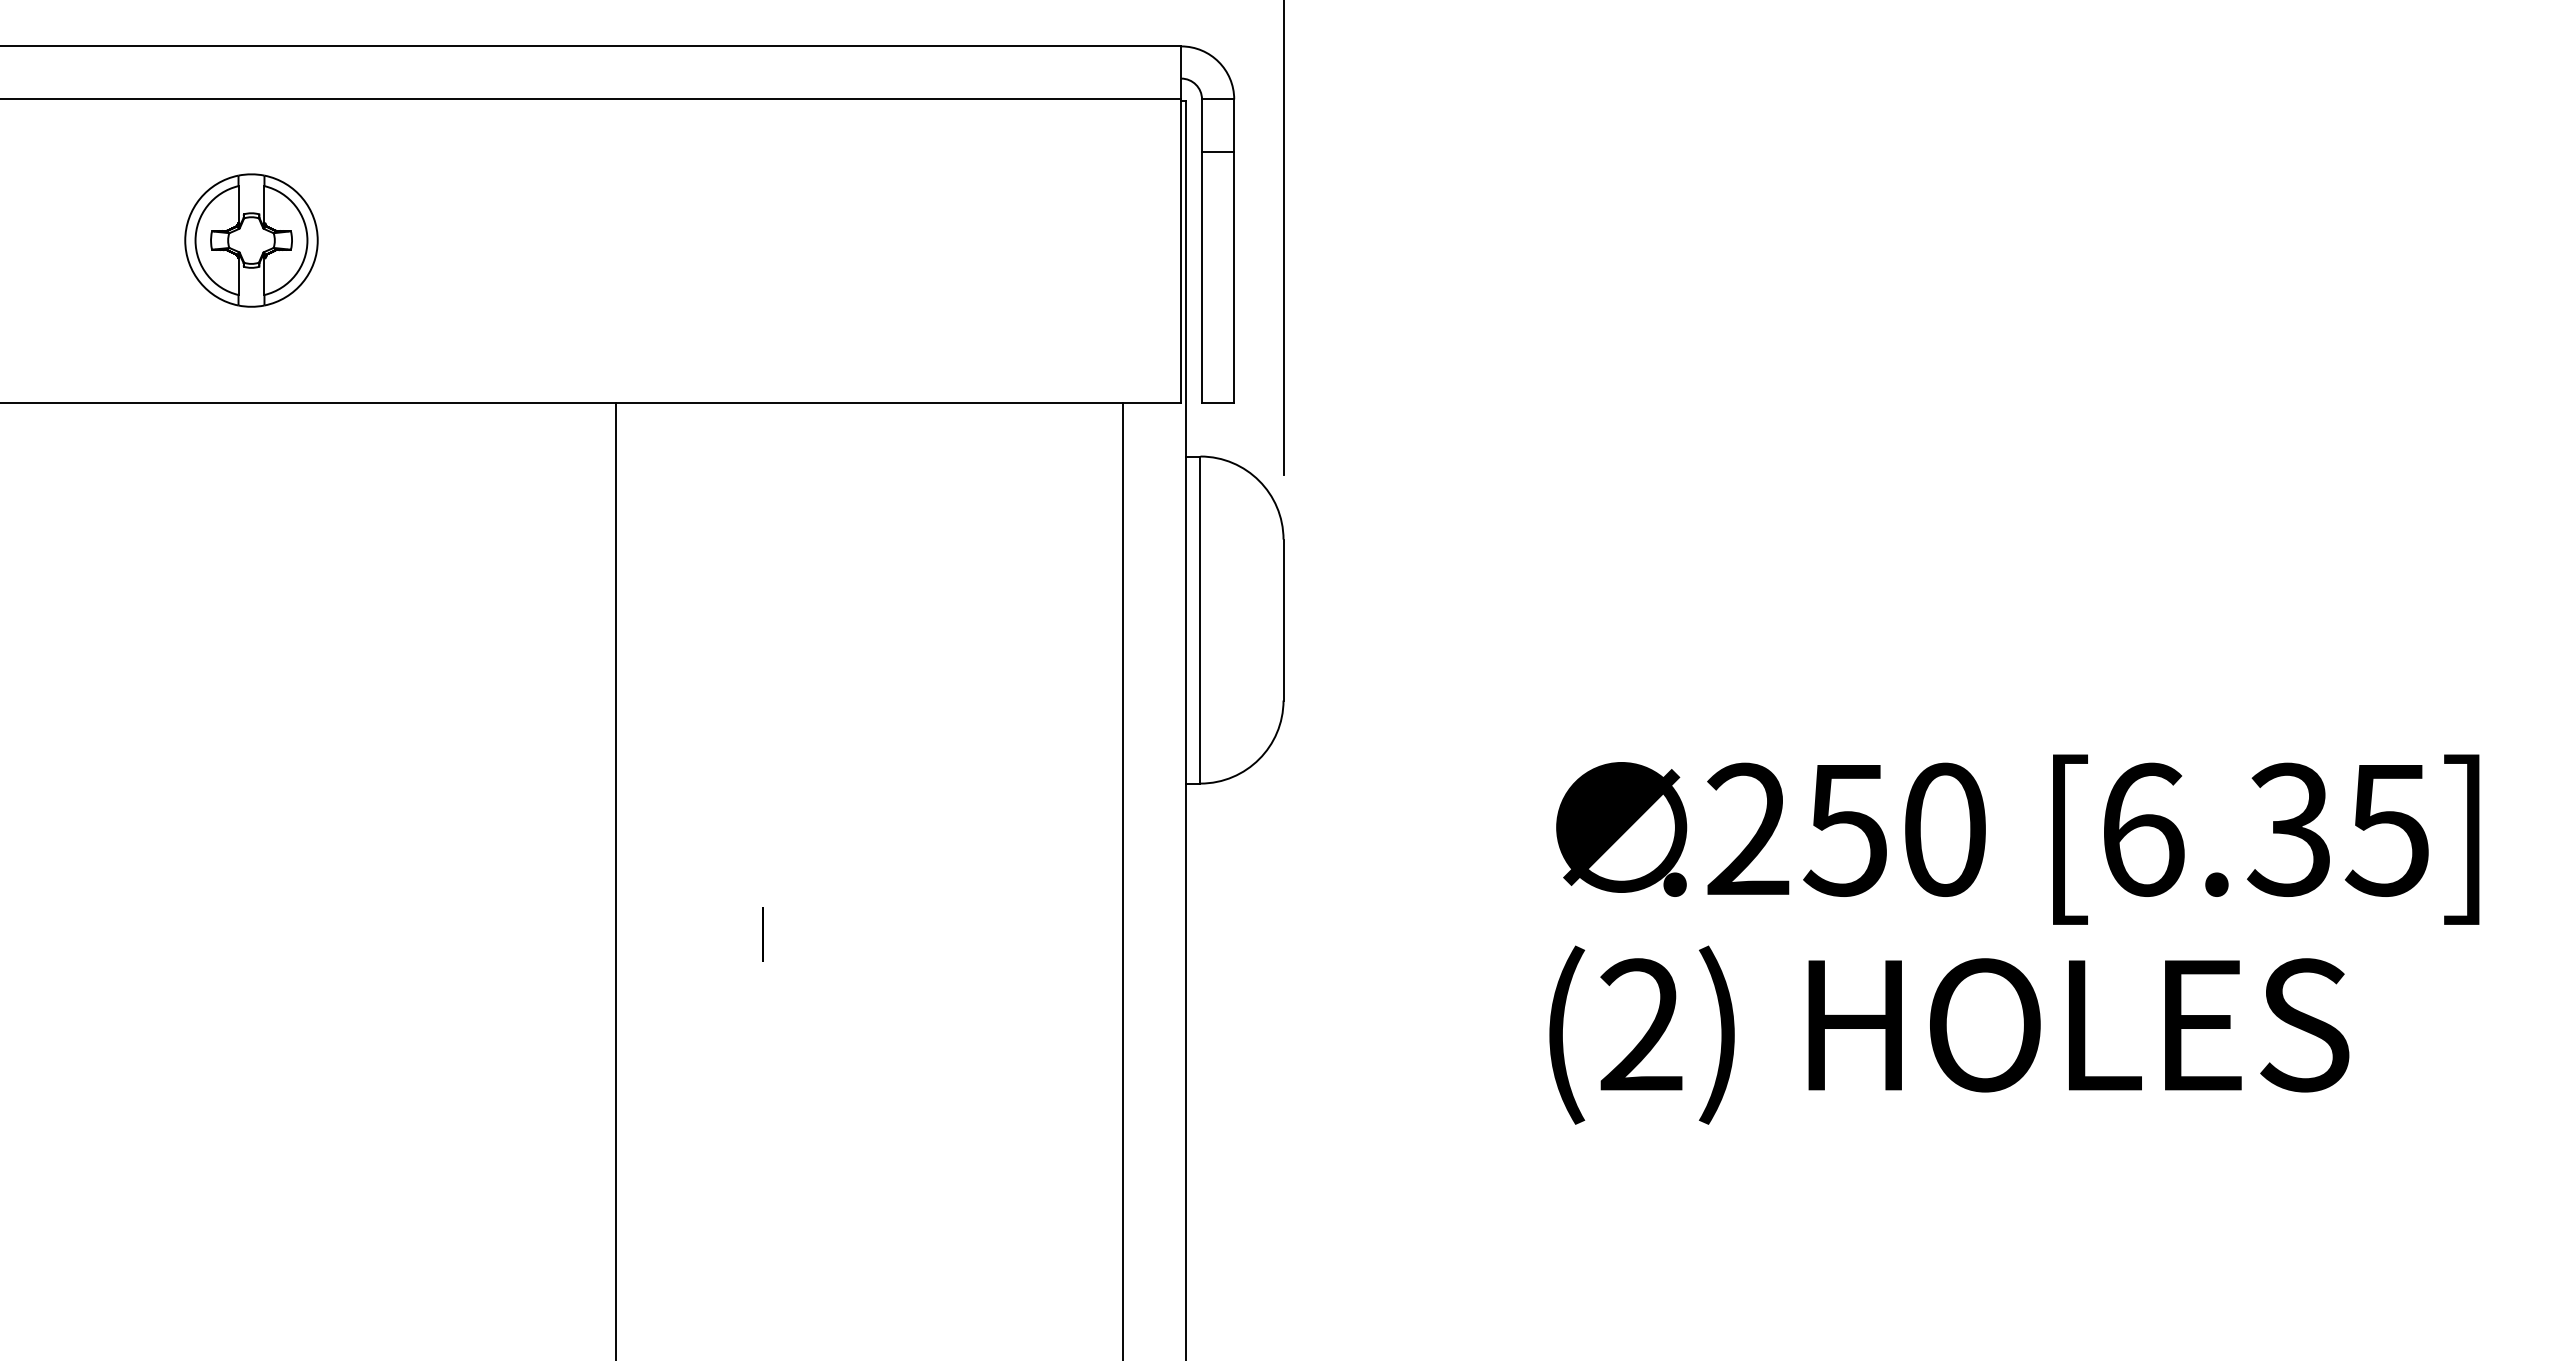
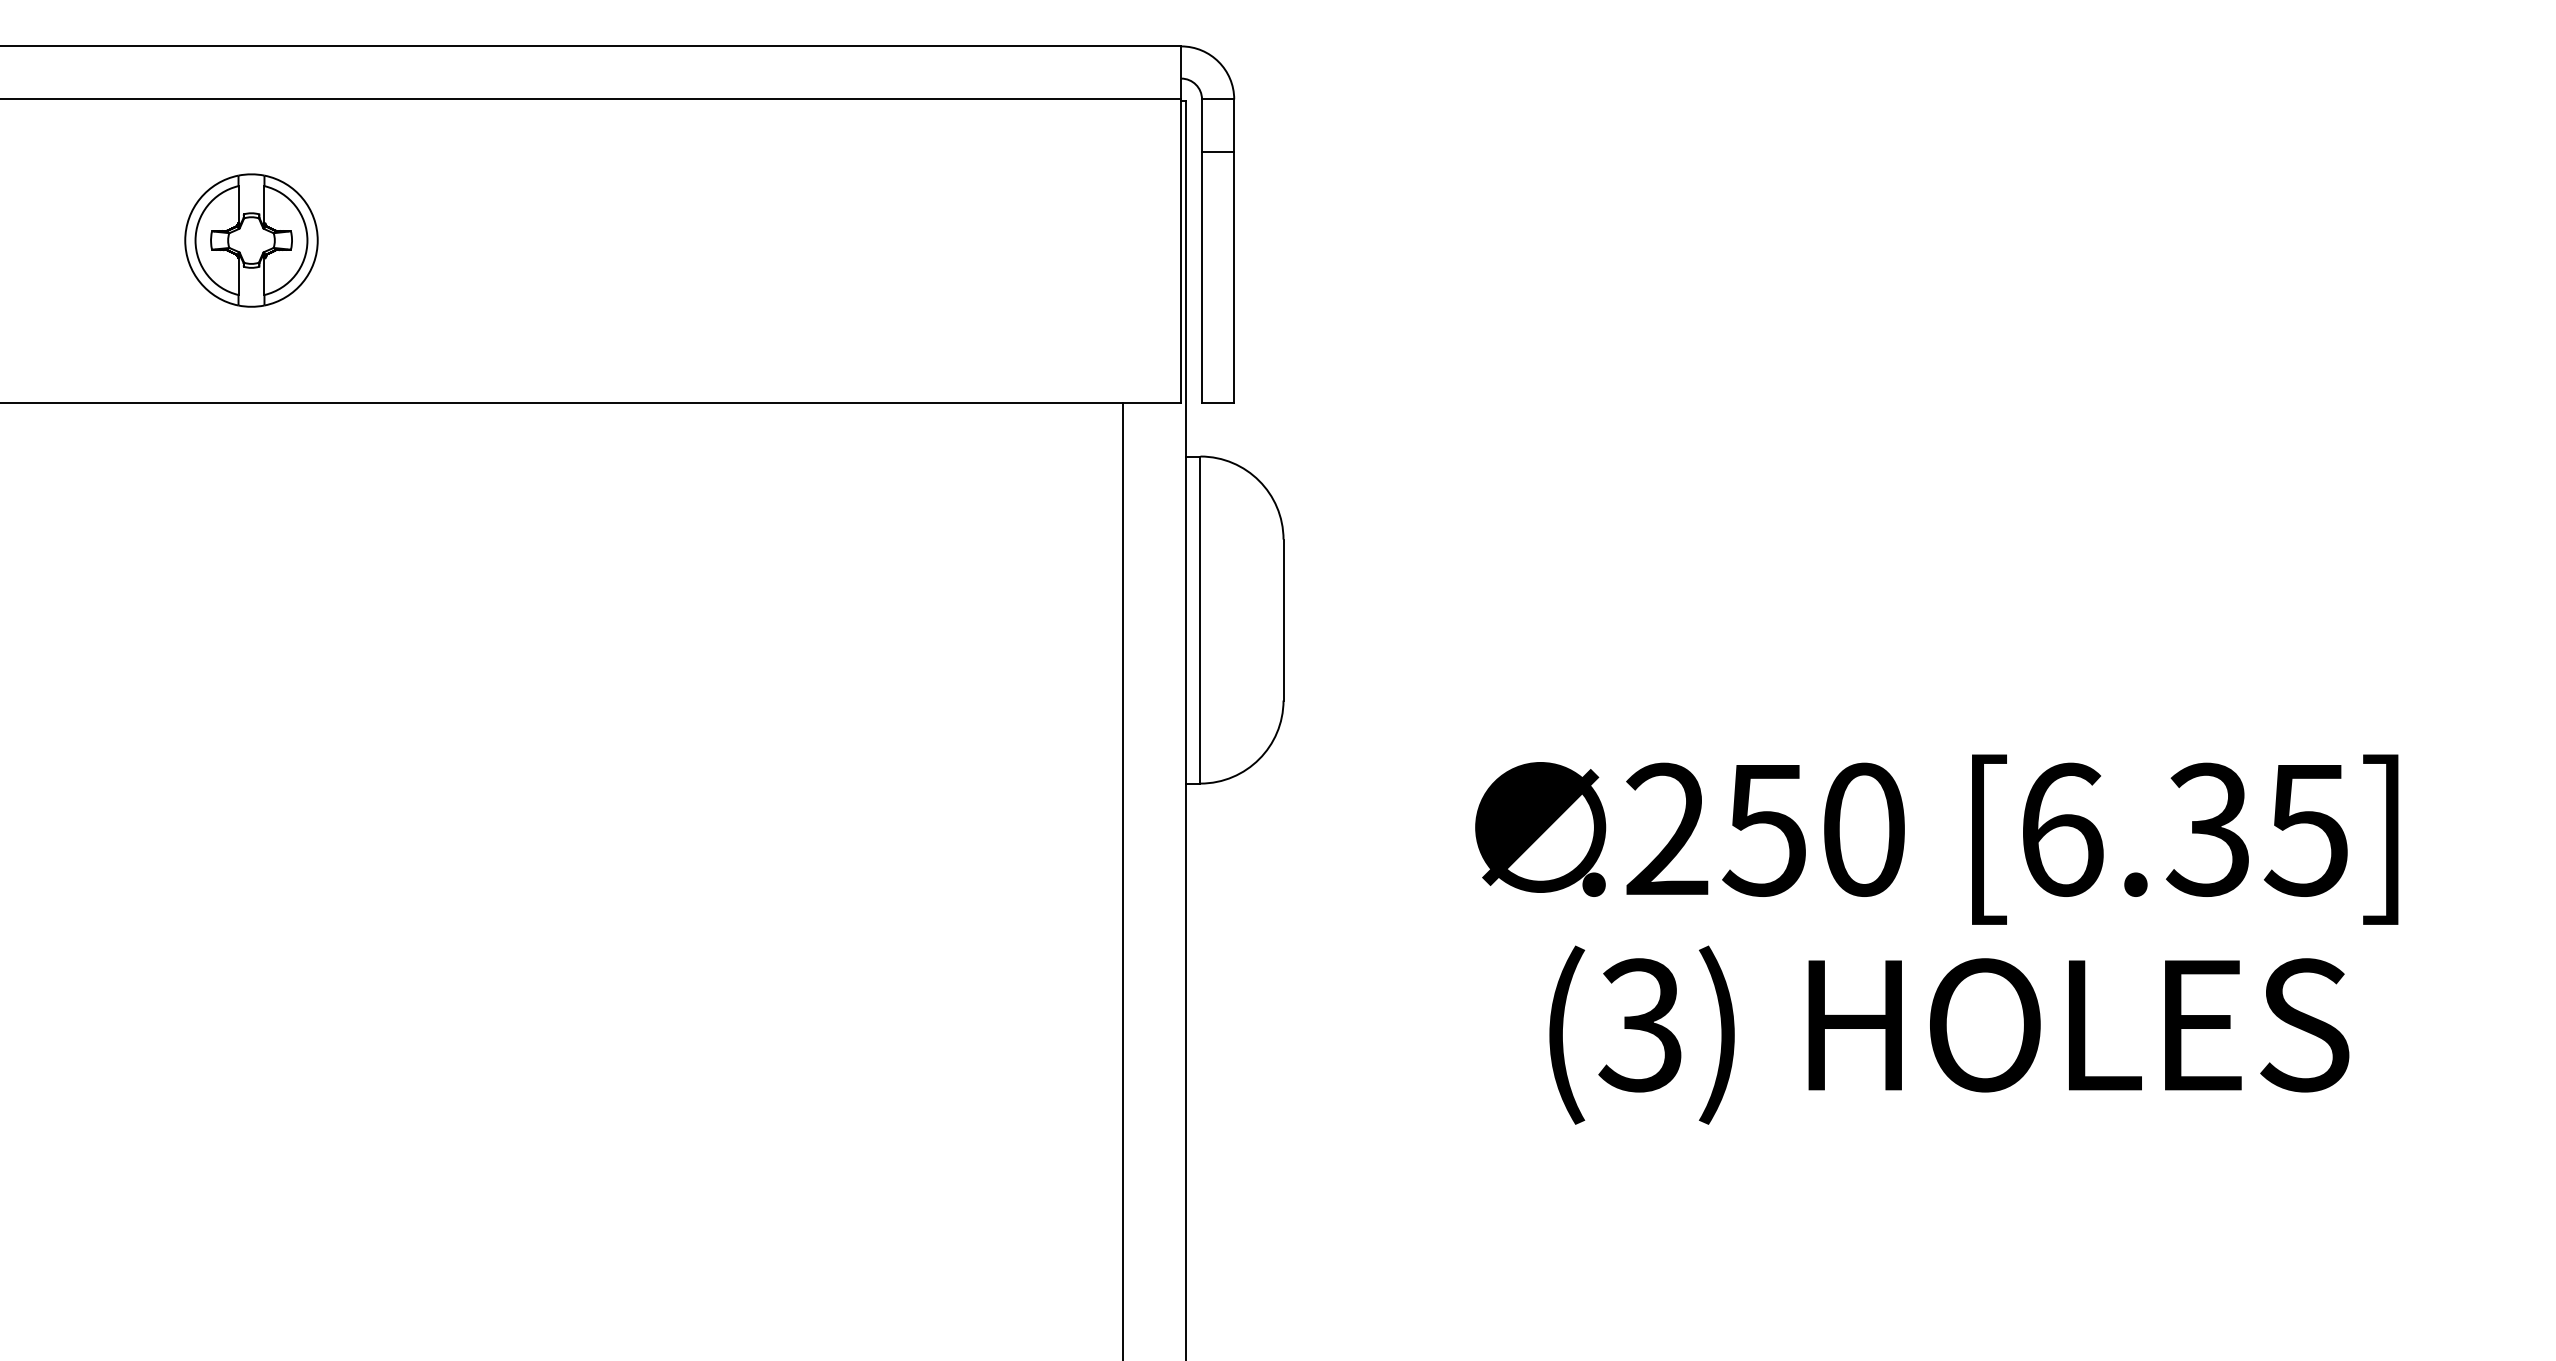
line at (1283, 238): present -> none
text at (2017, 839) position: (2017, 839) -> (1936, 839)
line at (616, 880): present -> none
line at (762, 934): present -> none
text at (1640, 1025): (2) -> (3)
